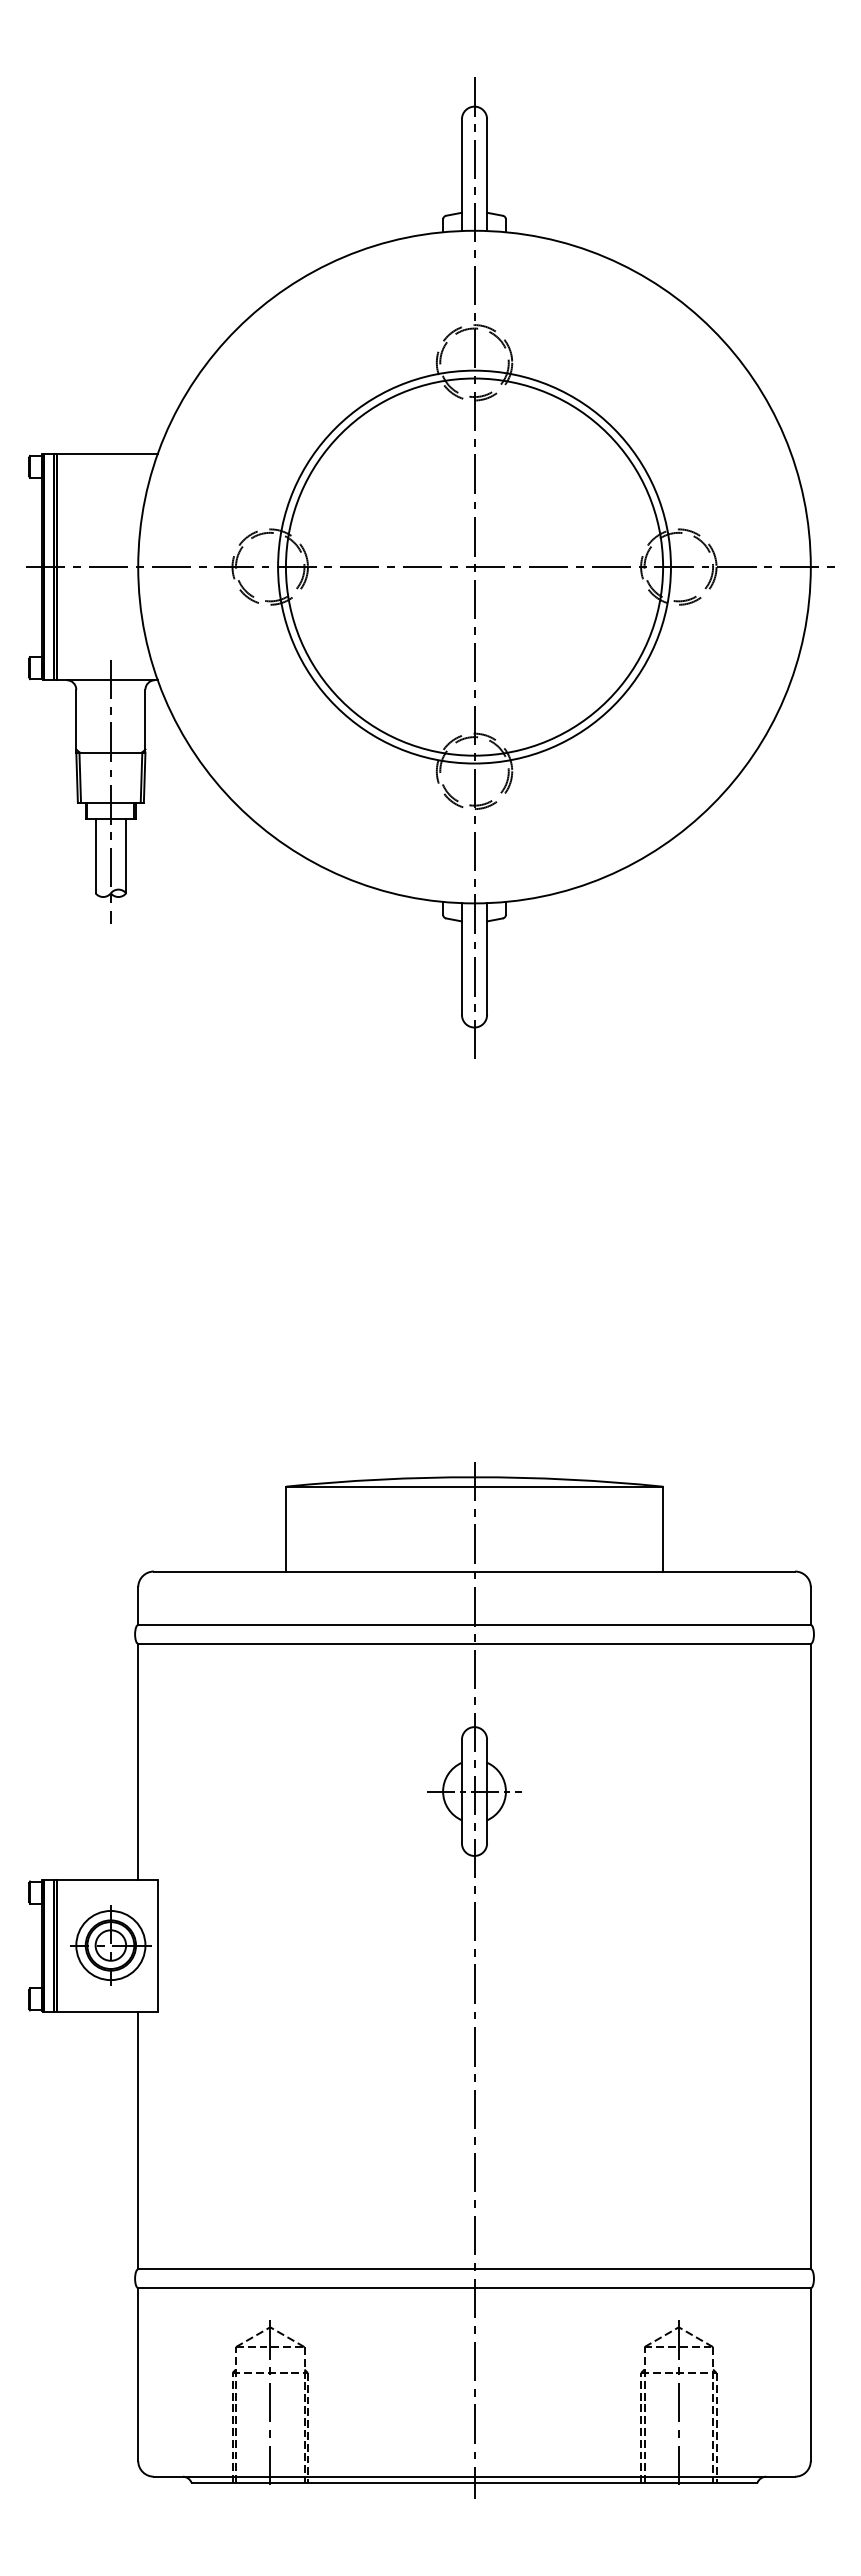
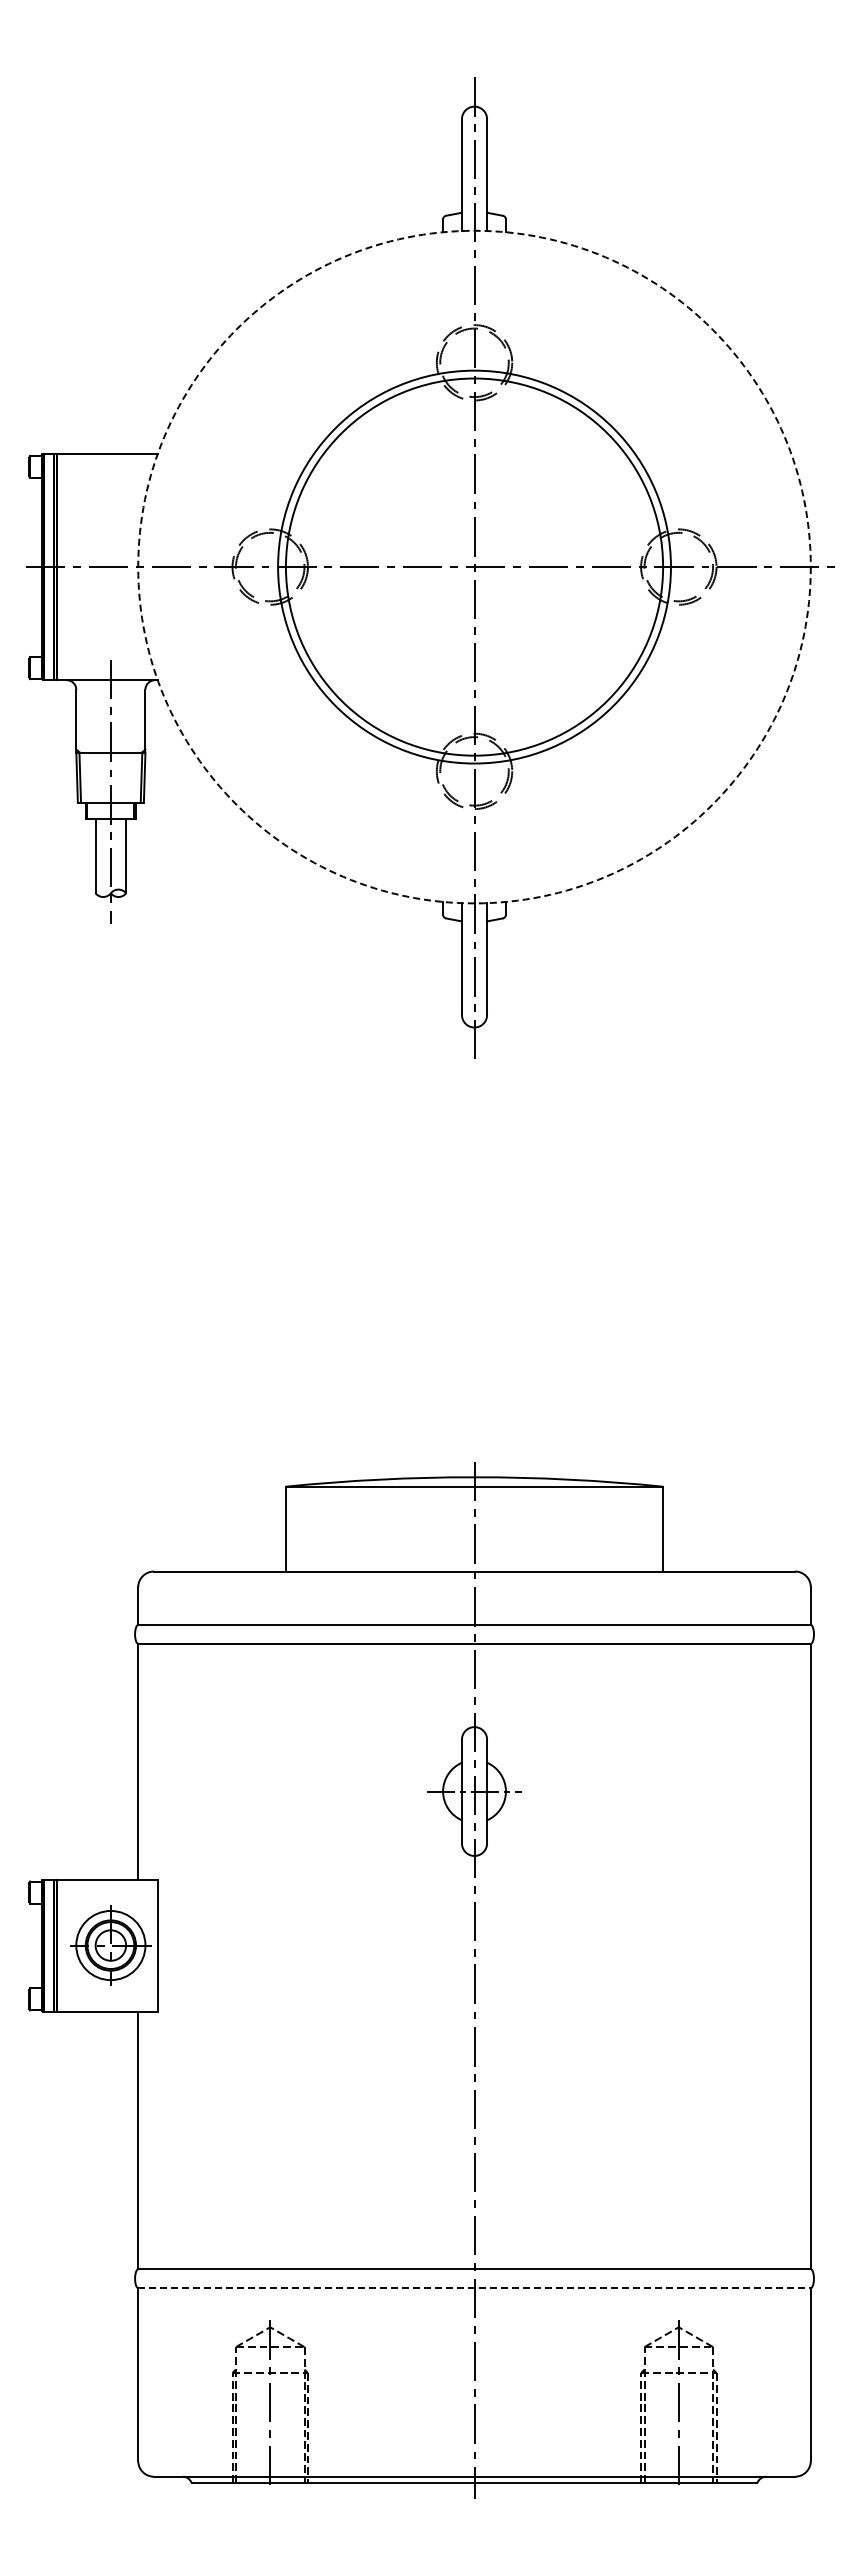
circle at (474, 566): solid -> dashed
line at (475, 2288): solid -> dashed
